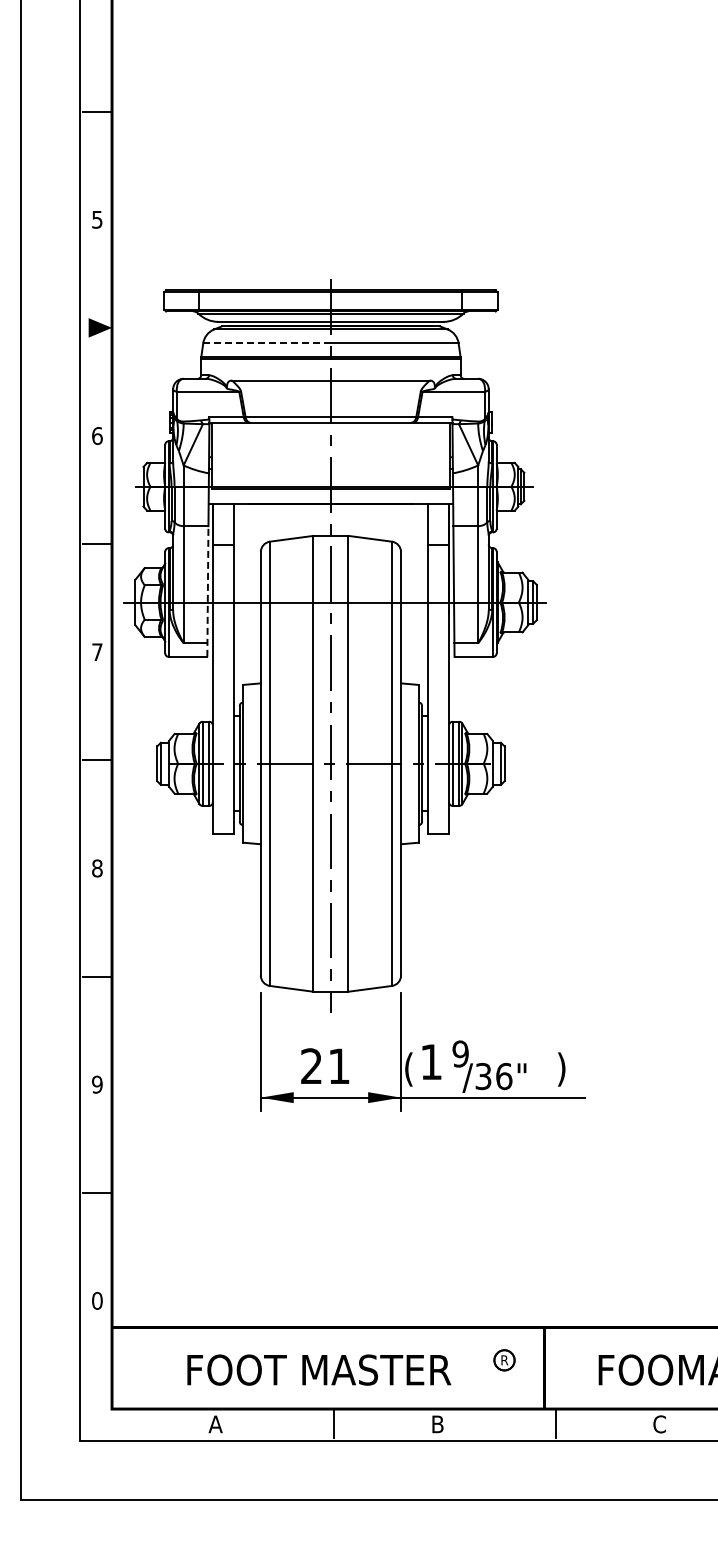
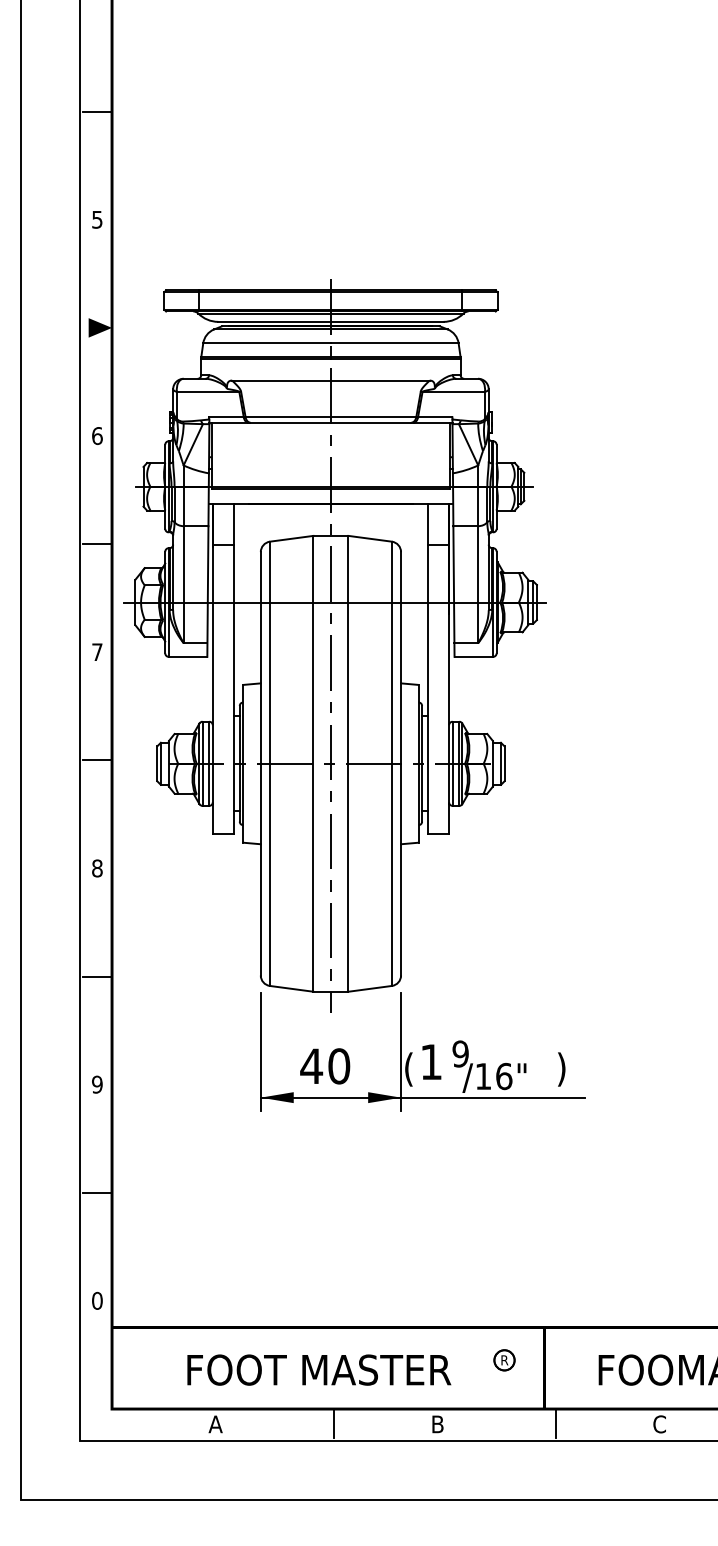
line at (267, 343): dashed -> solid
line at (207, 591): dashed -> solid
text at (325, 1066): 21 -> 40
text at (483, 1076): /36" -> /16"
